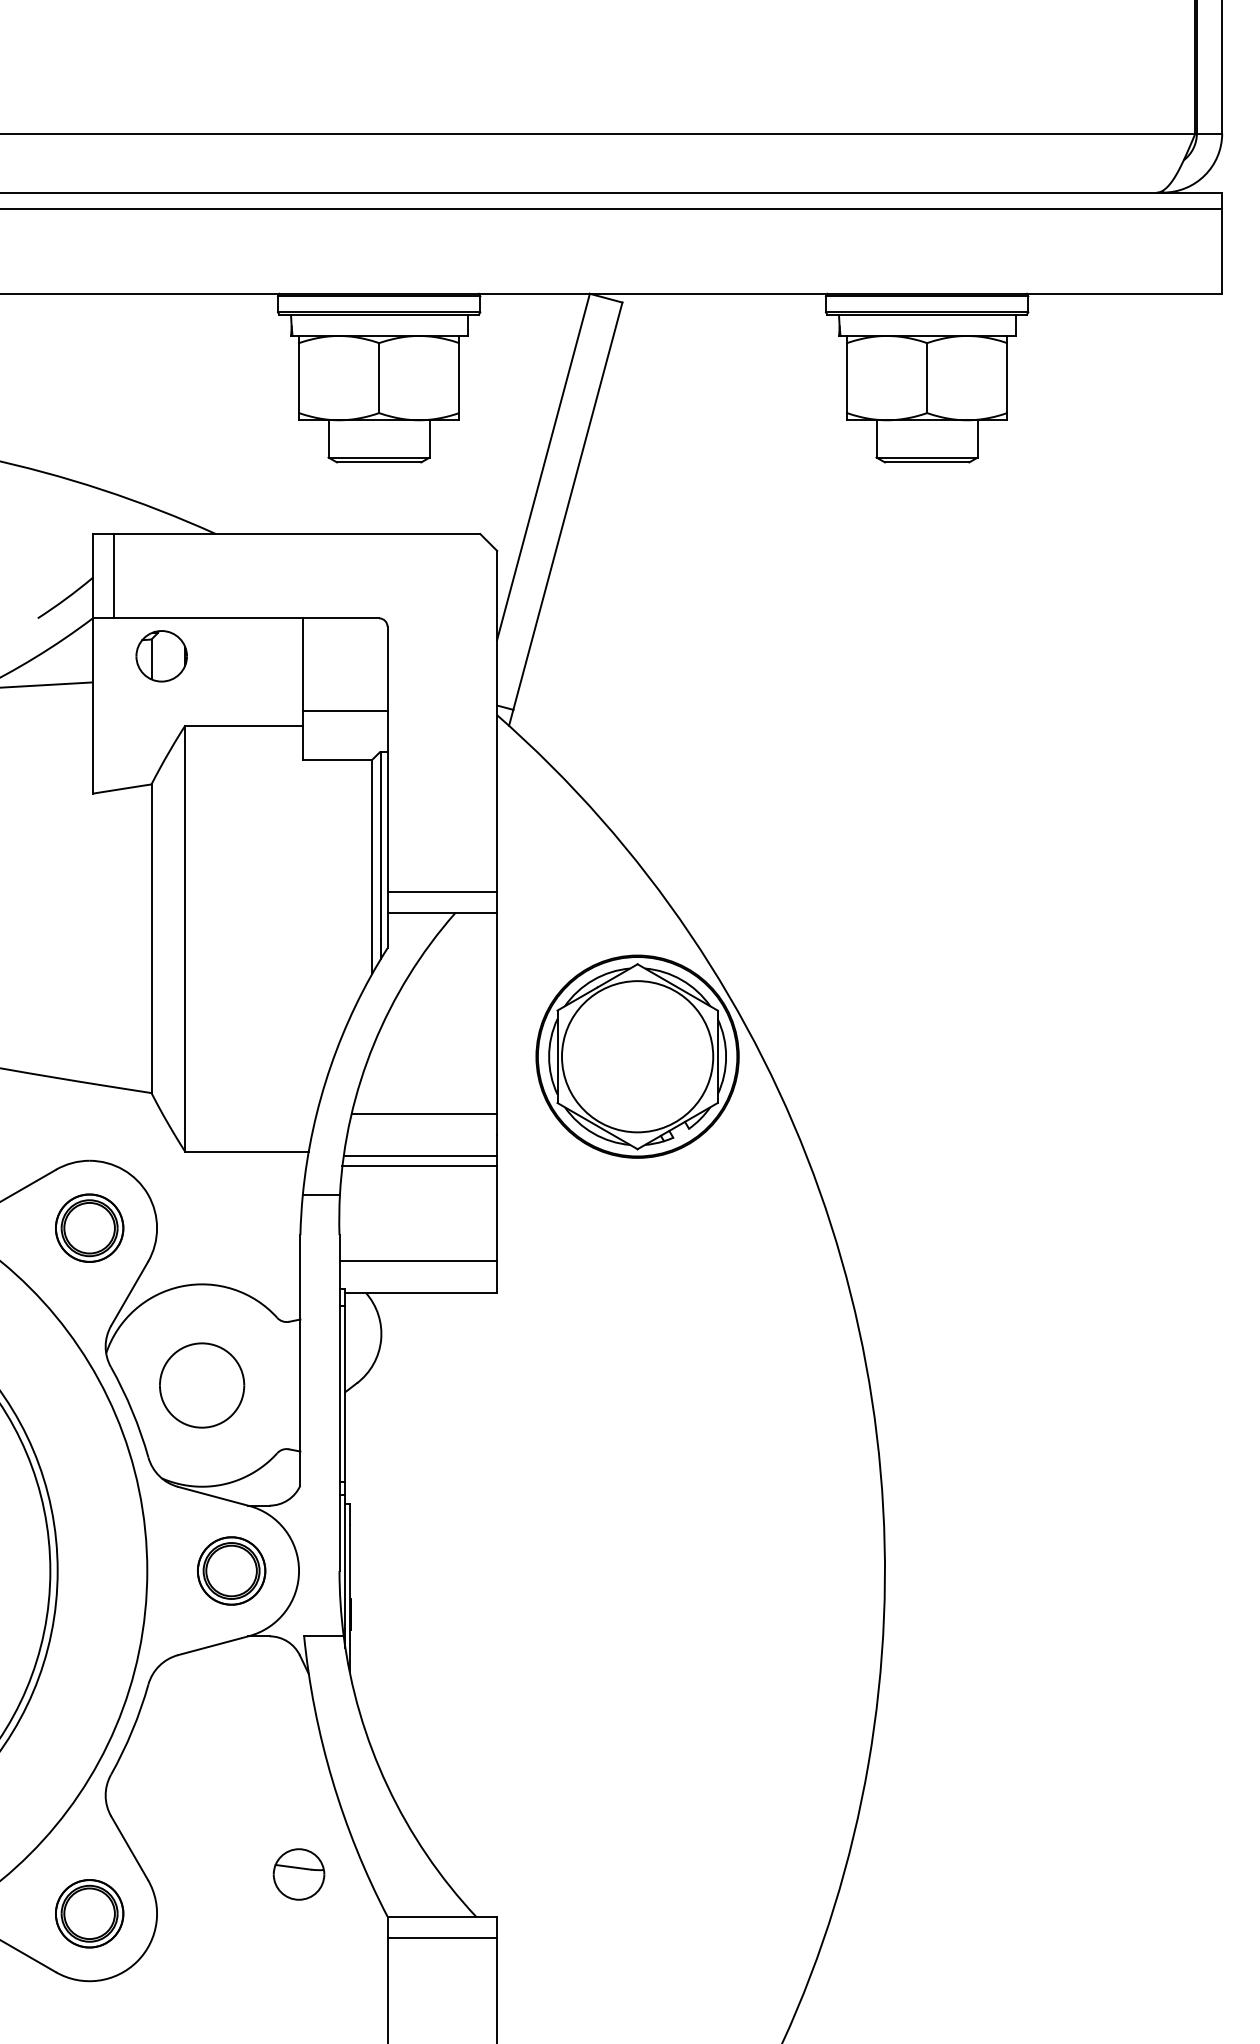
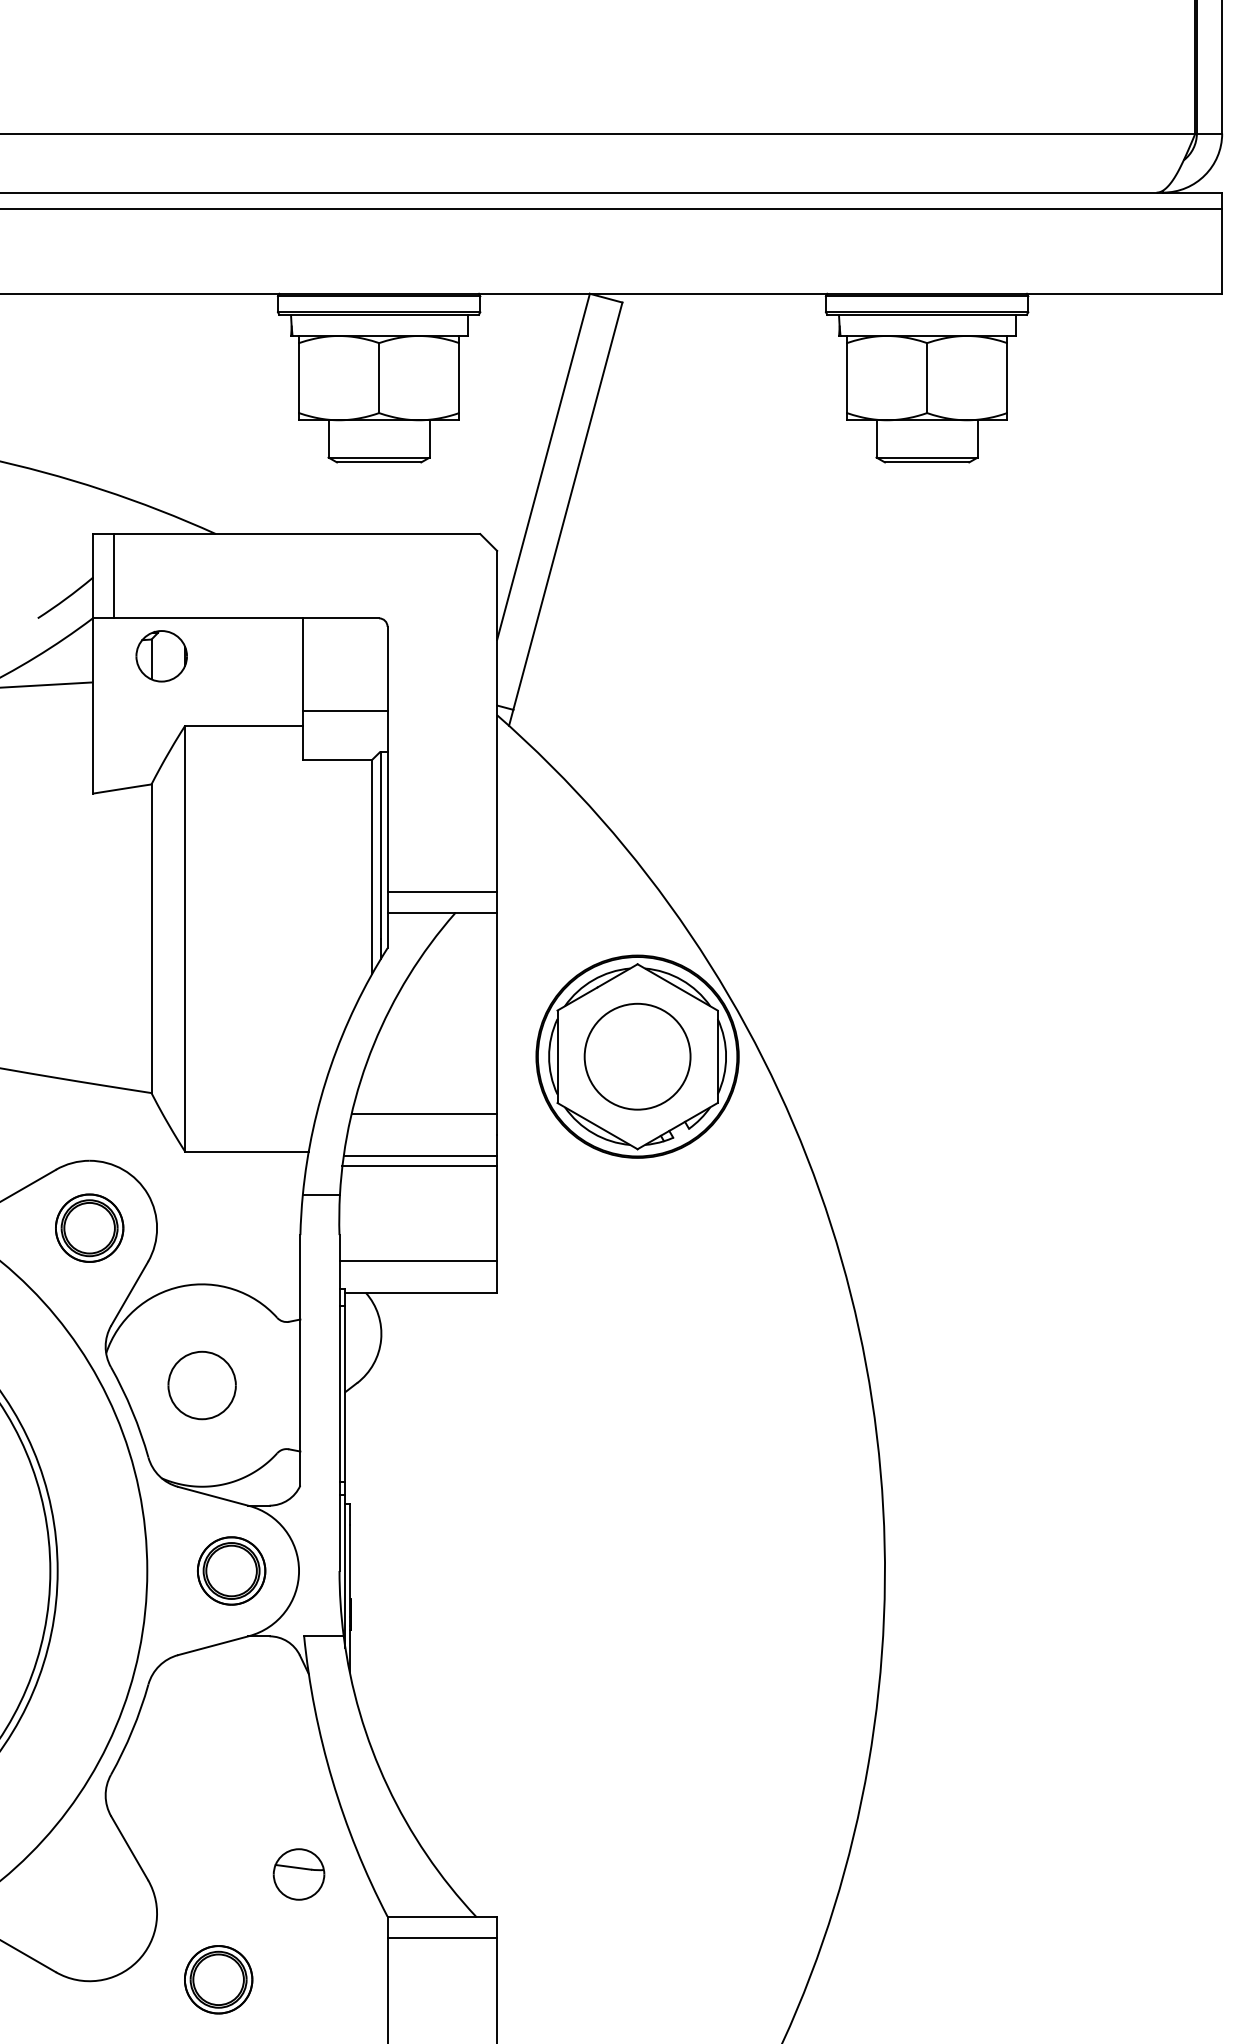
circle at (637, 1056) diameter: 151 px -> 106 px
part at (202, 1385) size: 87x87 px -> 70x71 px
part at (89, 1913) position: (89, 1913) -> (218, 1979)
